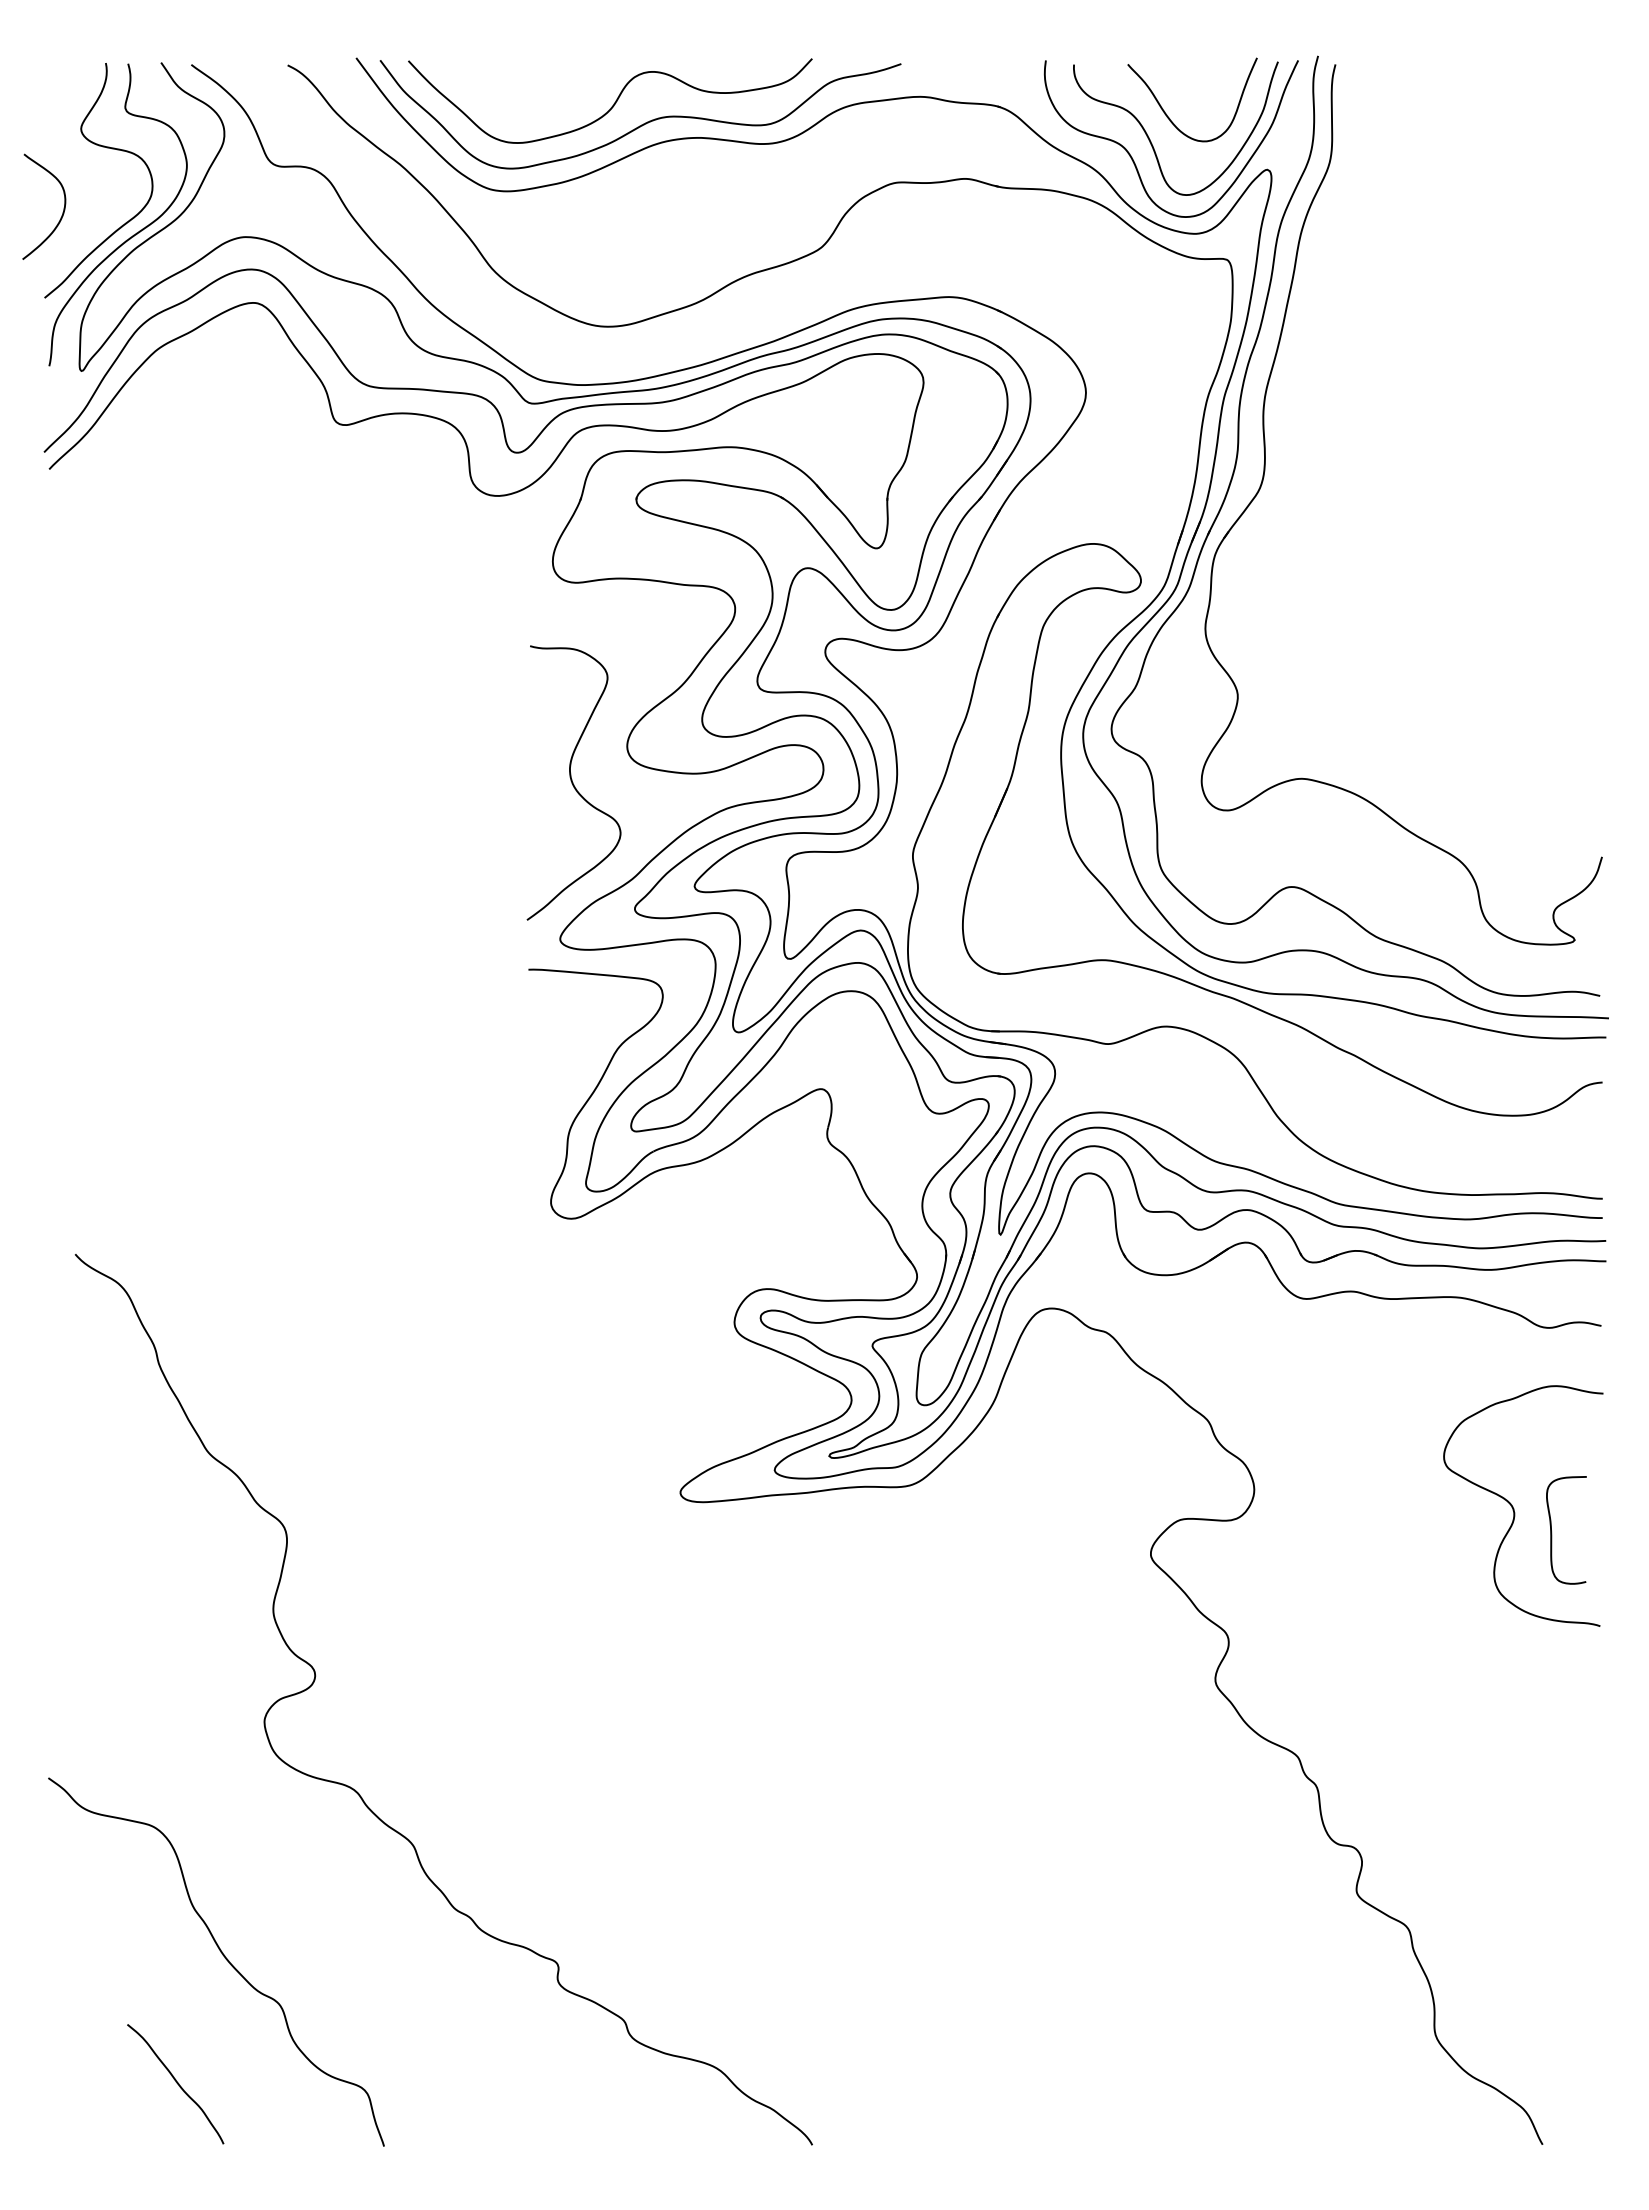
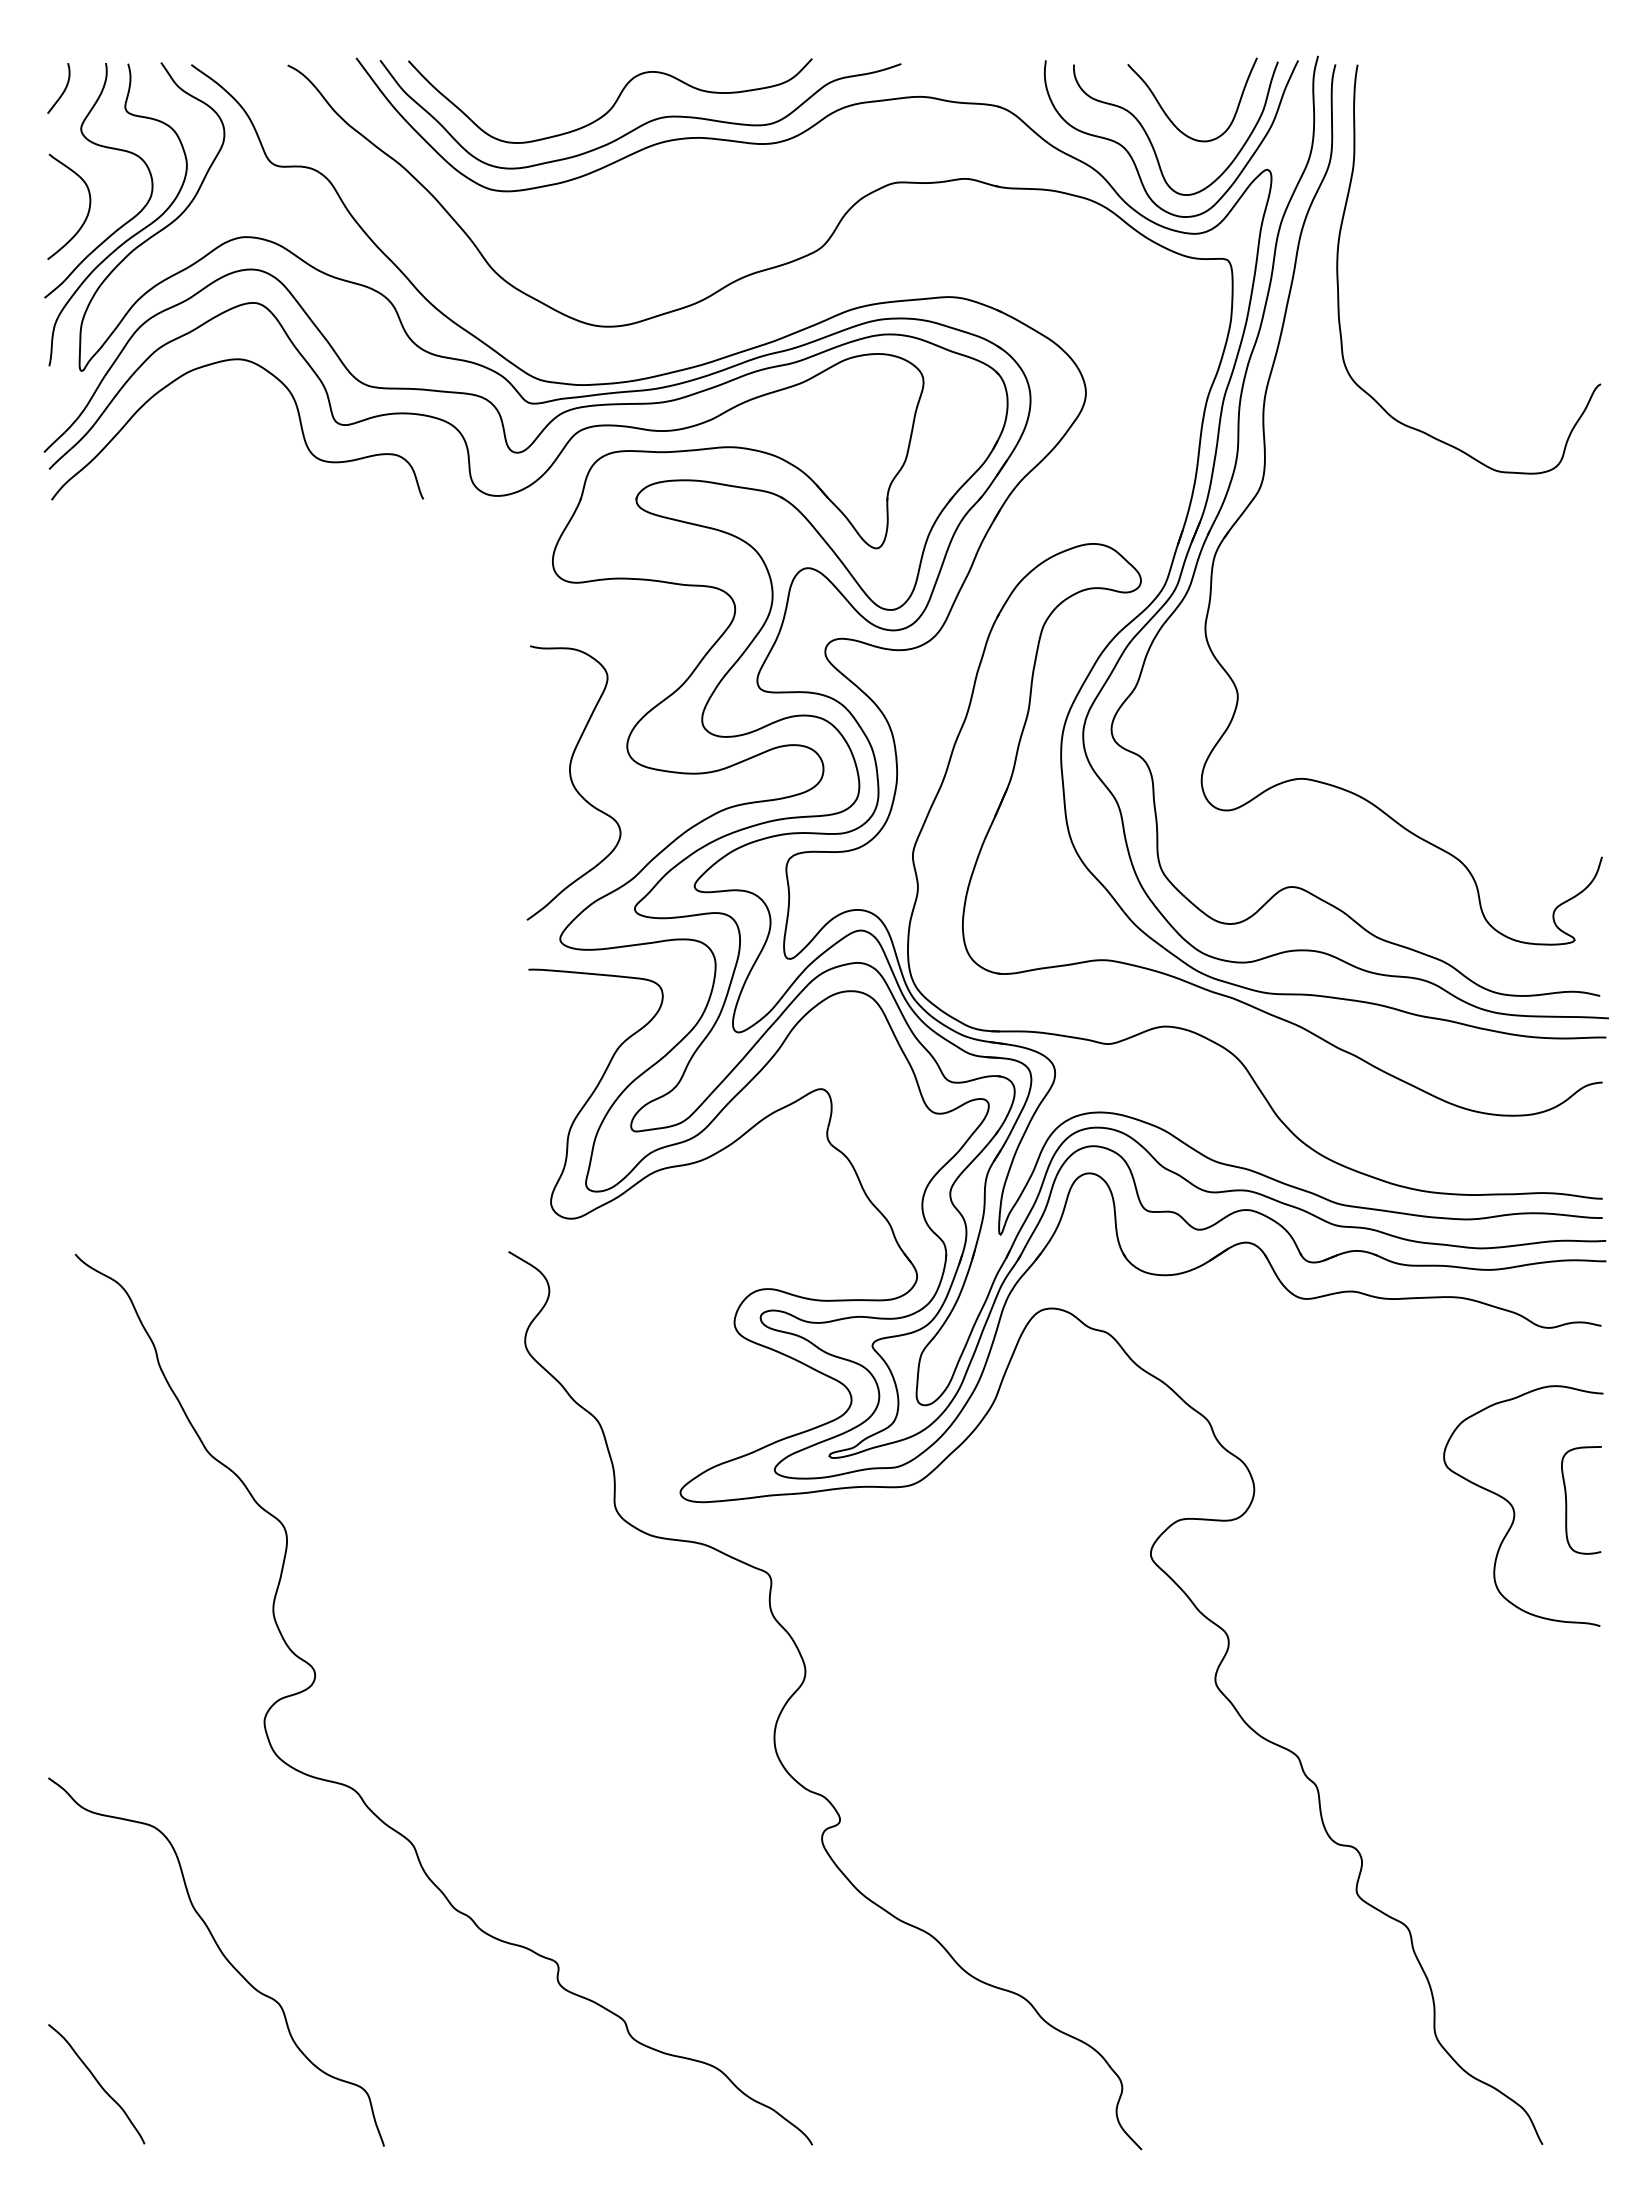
curve at (63, 90): none -> present
curve at (62, 212) position: (62, 212) -> (87, 212)
curve at (1338, 269): none -> present
curve at (297, 413): none -> present
curve at (1552, 1532) position: (1552, 1532) -> (1567, 1502)
curve at (802, 1685): none -> present
curve at (176, 2083) position: (176, 2083) -> (97, 2083)
